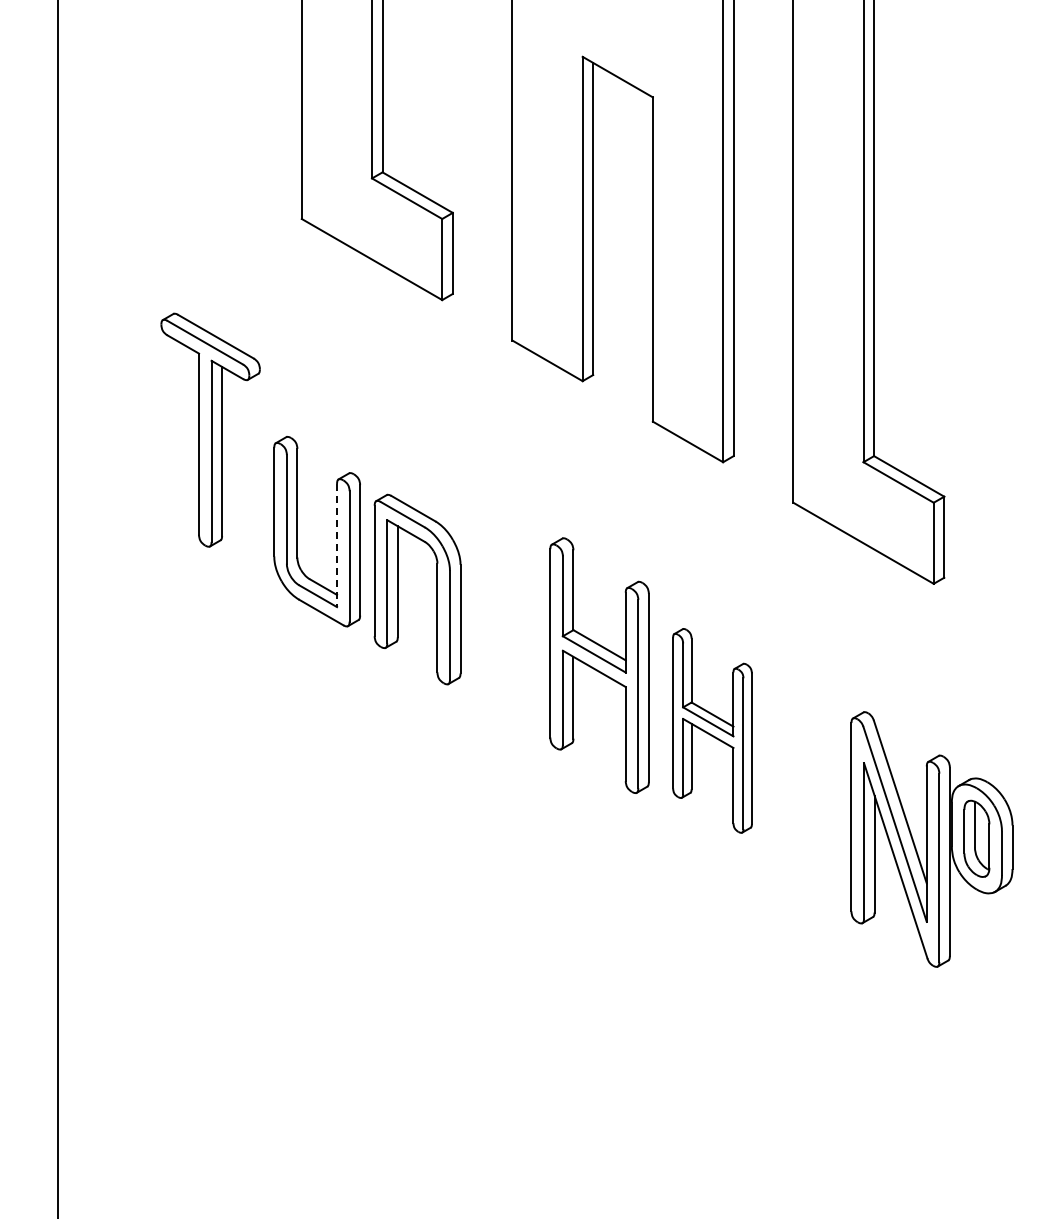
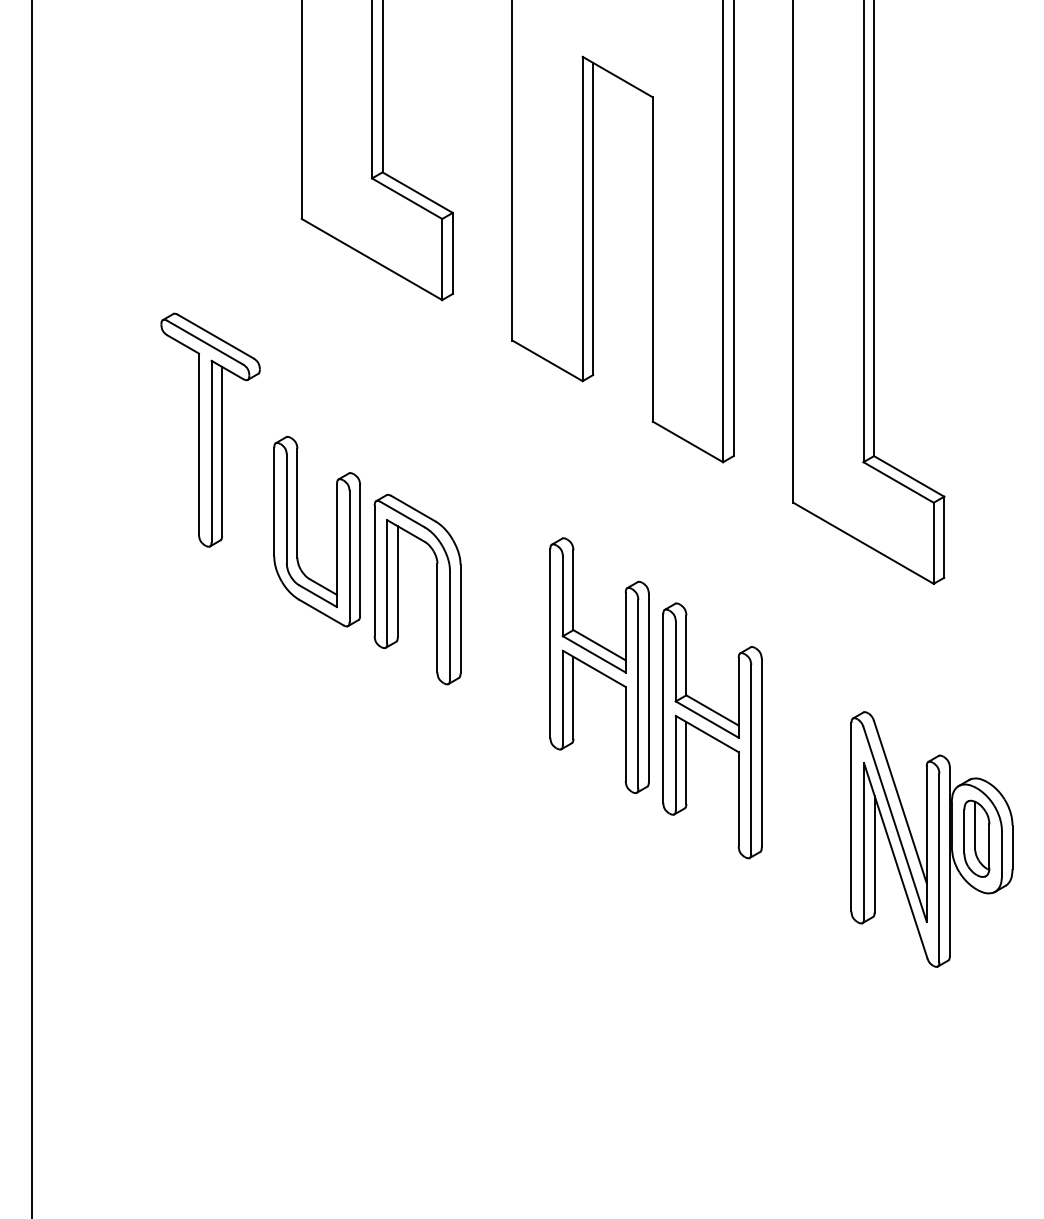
line at (337, 545): dashed -> solid
line at (57, 608) position: (57, 608) -> (31, 608)
part at (712, 730) size: 81x206 px -> 101x258 px
